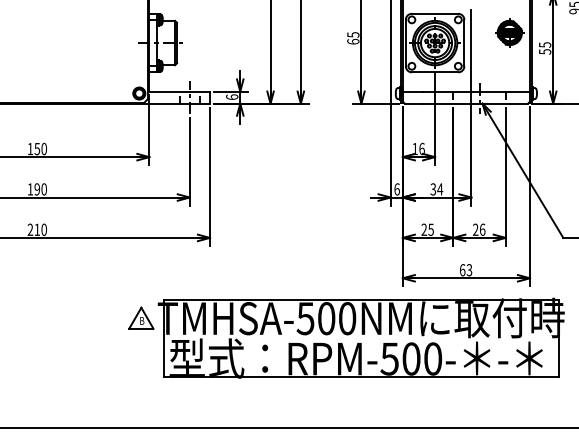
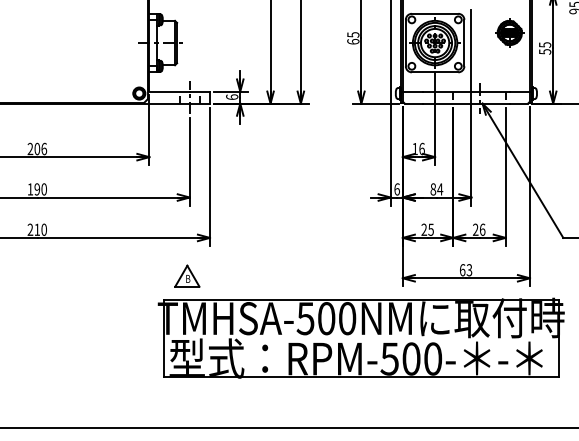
text at (37, 148): 150 -> 206
text at (433, 189): 34 -> 84
part at (141, 317) position: (141, 317) -> (187, 275)
